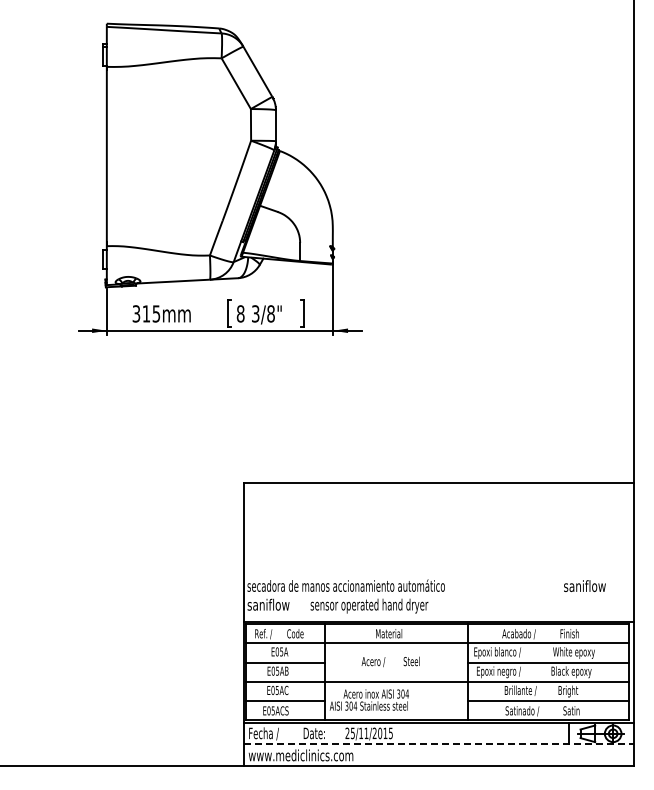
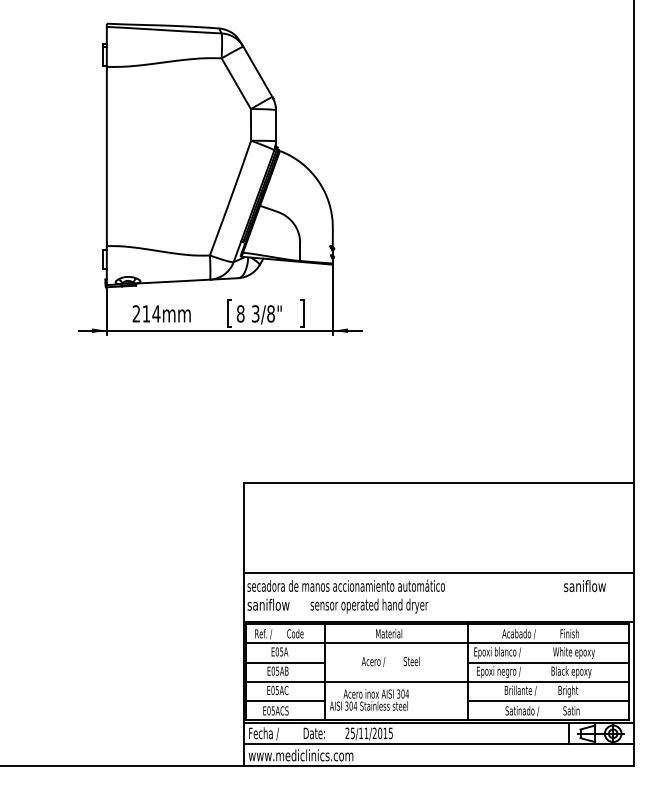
text at (146, 313): 315mm -> 214mm
line at (438, 573): none -> present
line at (439, 744): dashed -> solid
